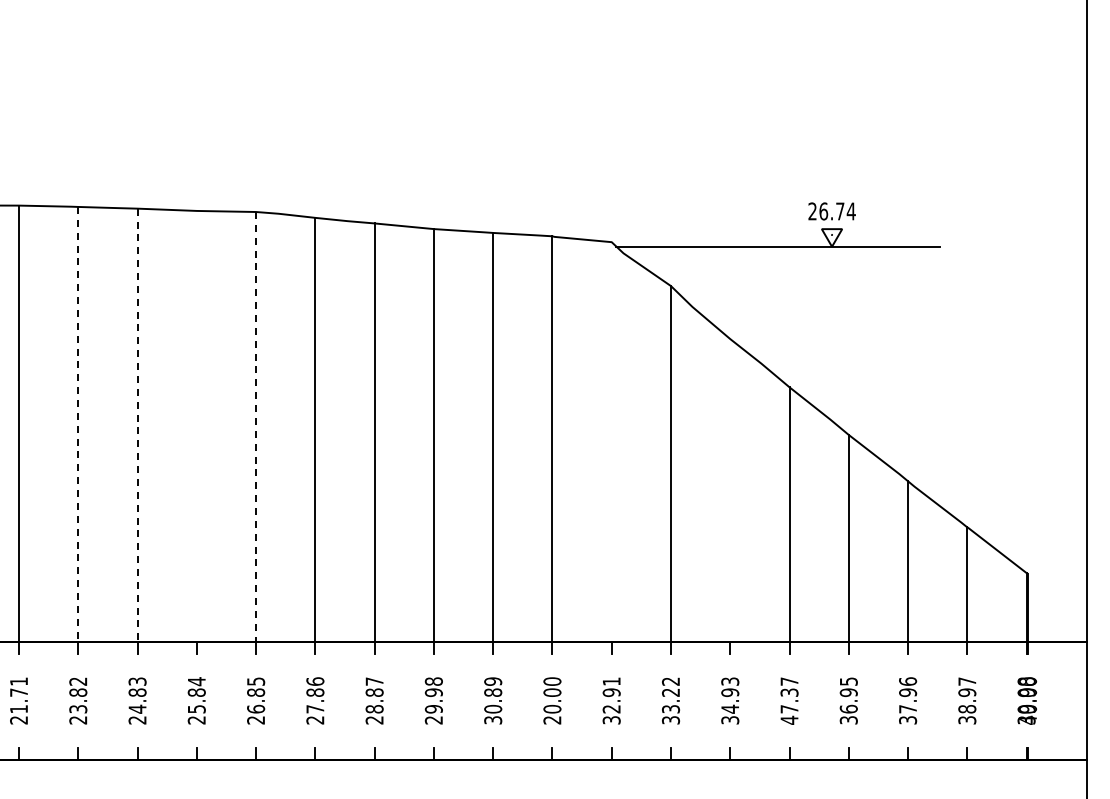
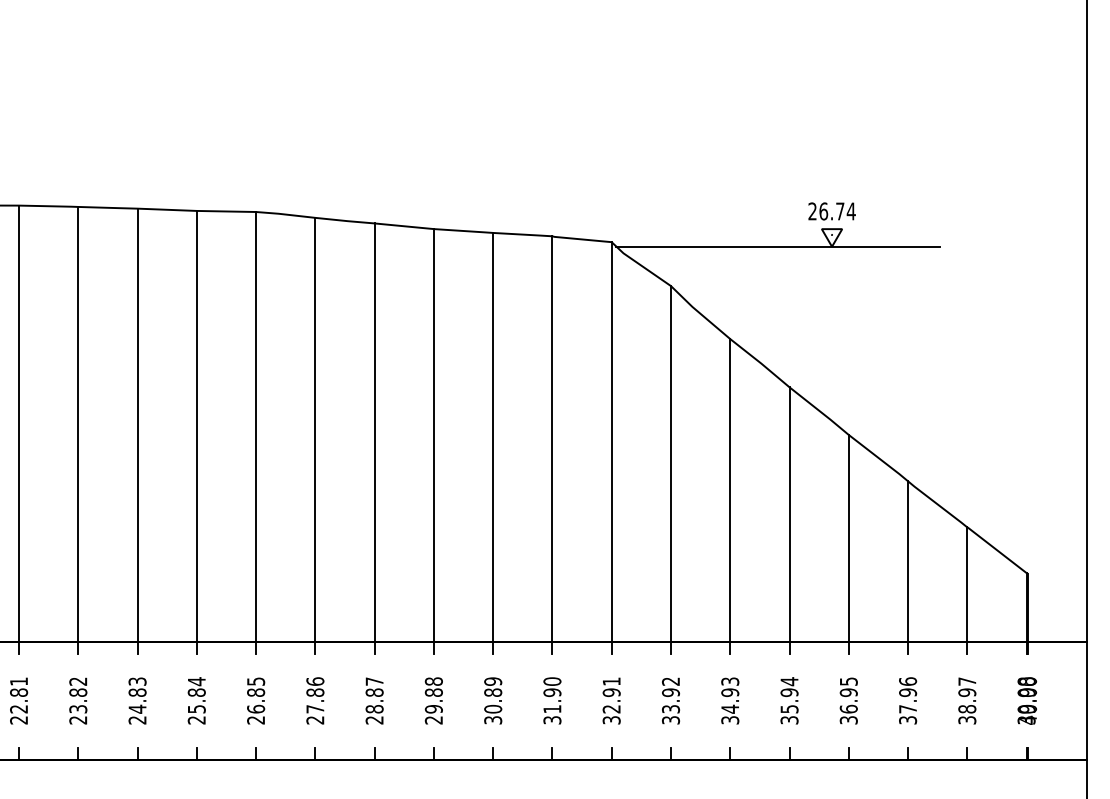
line at (78, 424): dashed -> solid
line at (137, 425): dashed -> solid
line at (196, 426): none -> present
line at (256, 427): dashed -> solid
line at (611, 442): none -> present
line at (730, 490): none -> present
text at (433, 692): 29.98 -> 29.88
text at (671, 692): 33.22 -> 33.92
text at (19, 700): 21.71 -> 22.81
text at (789, 700): 47.37 -> 35.94
text at (552, 706): 20.00 -> 31.90
